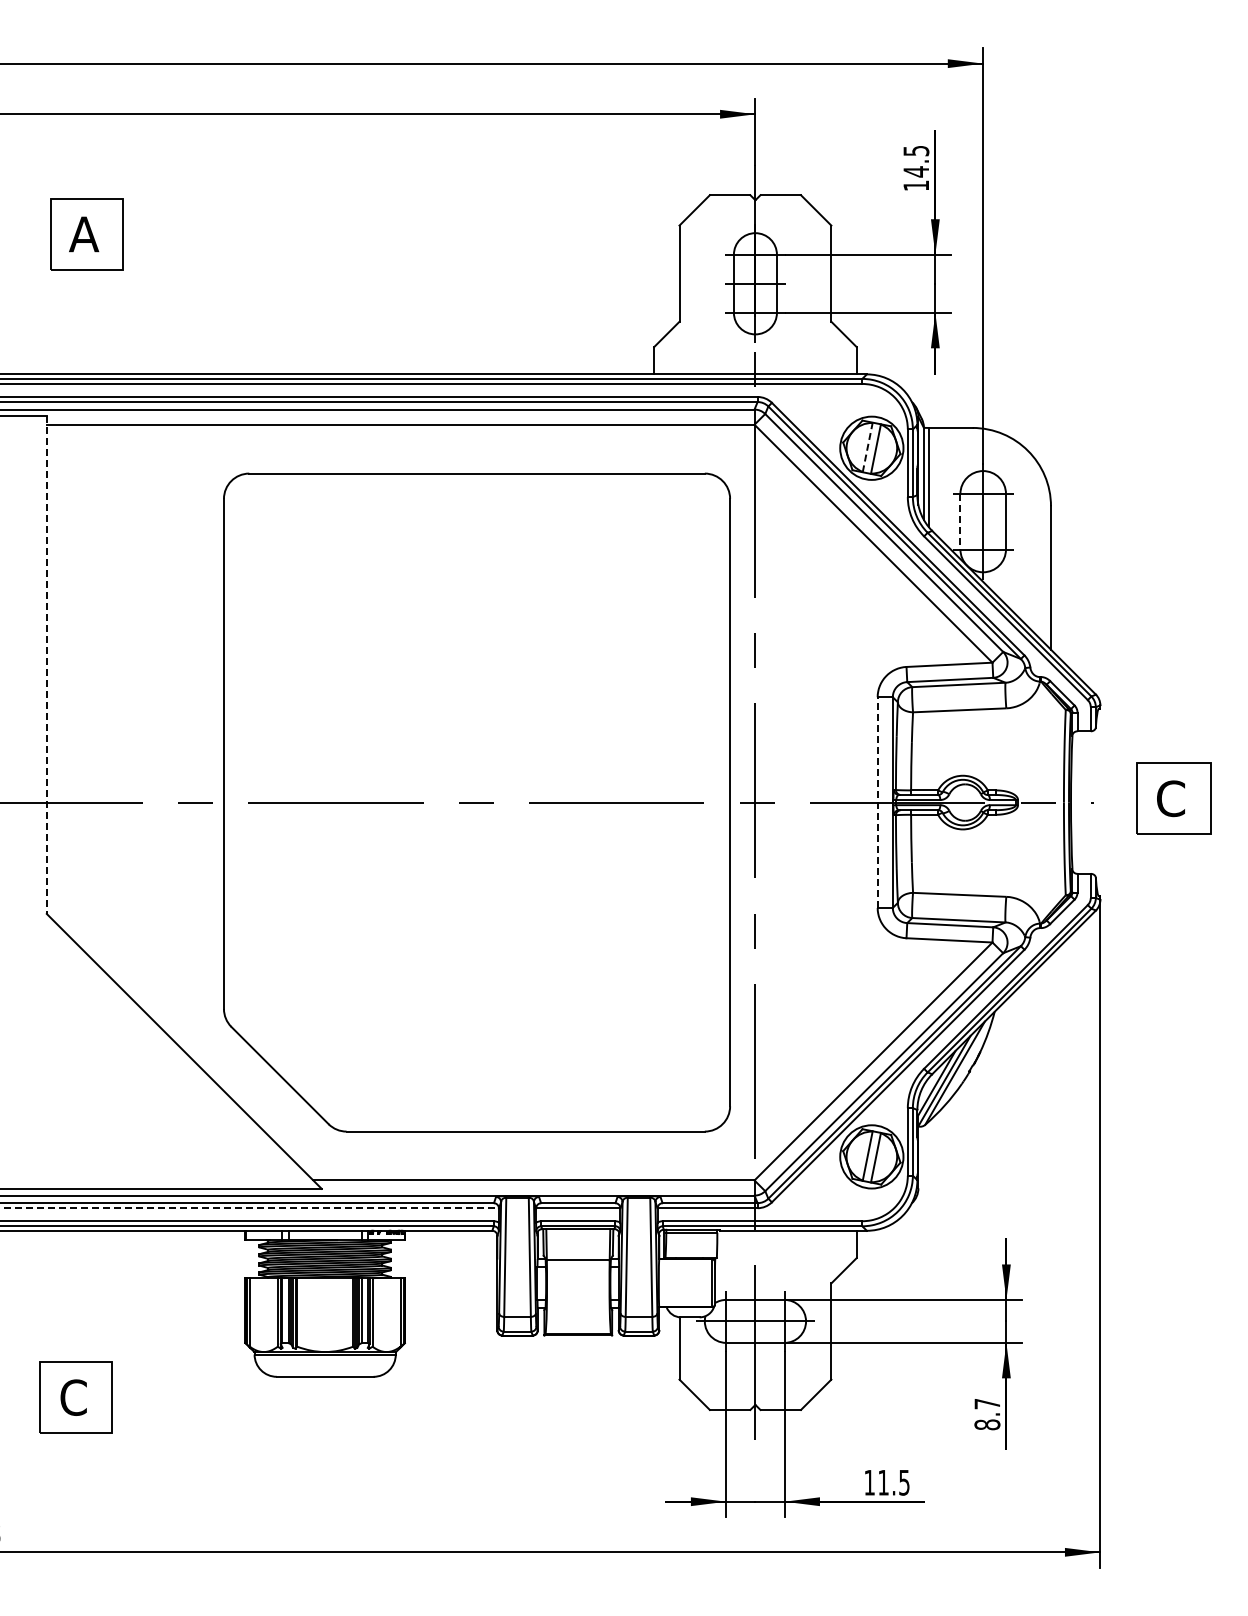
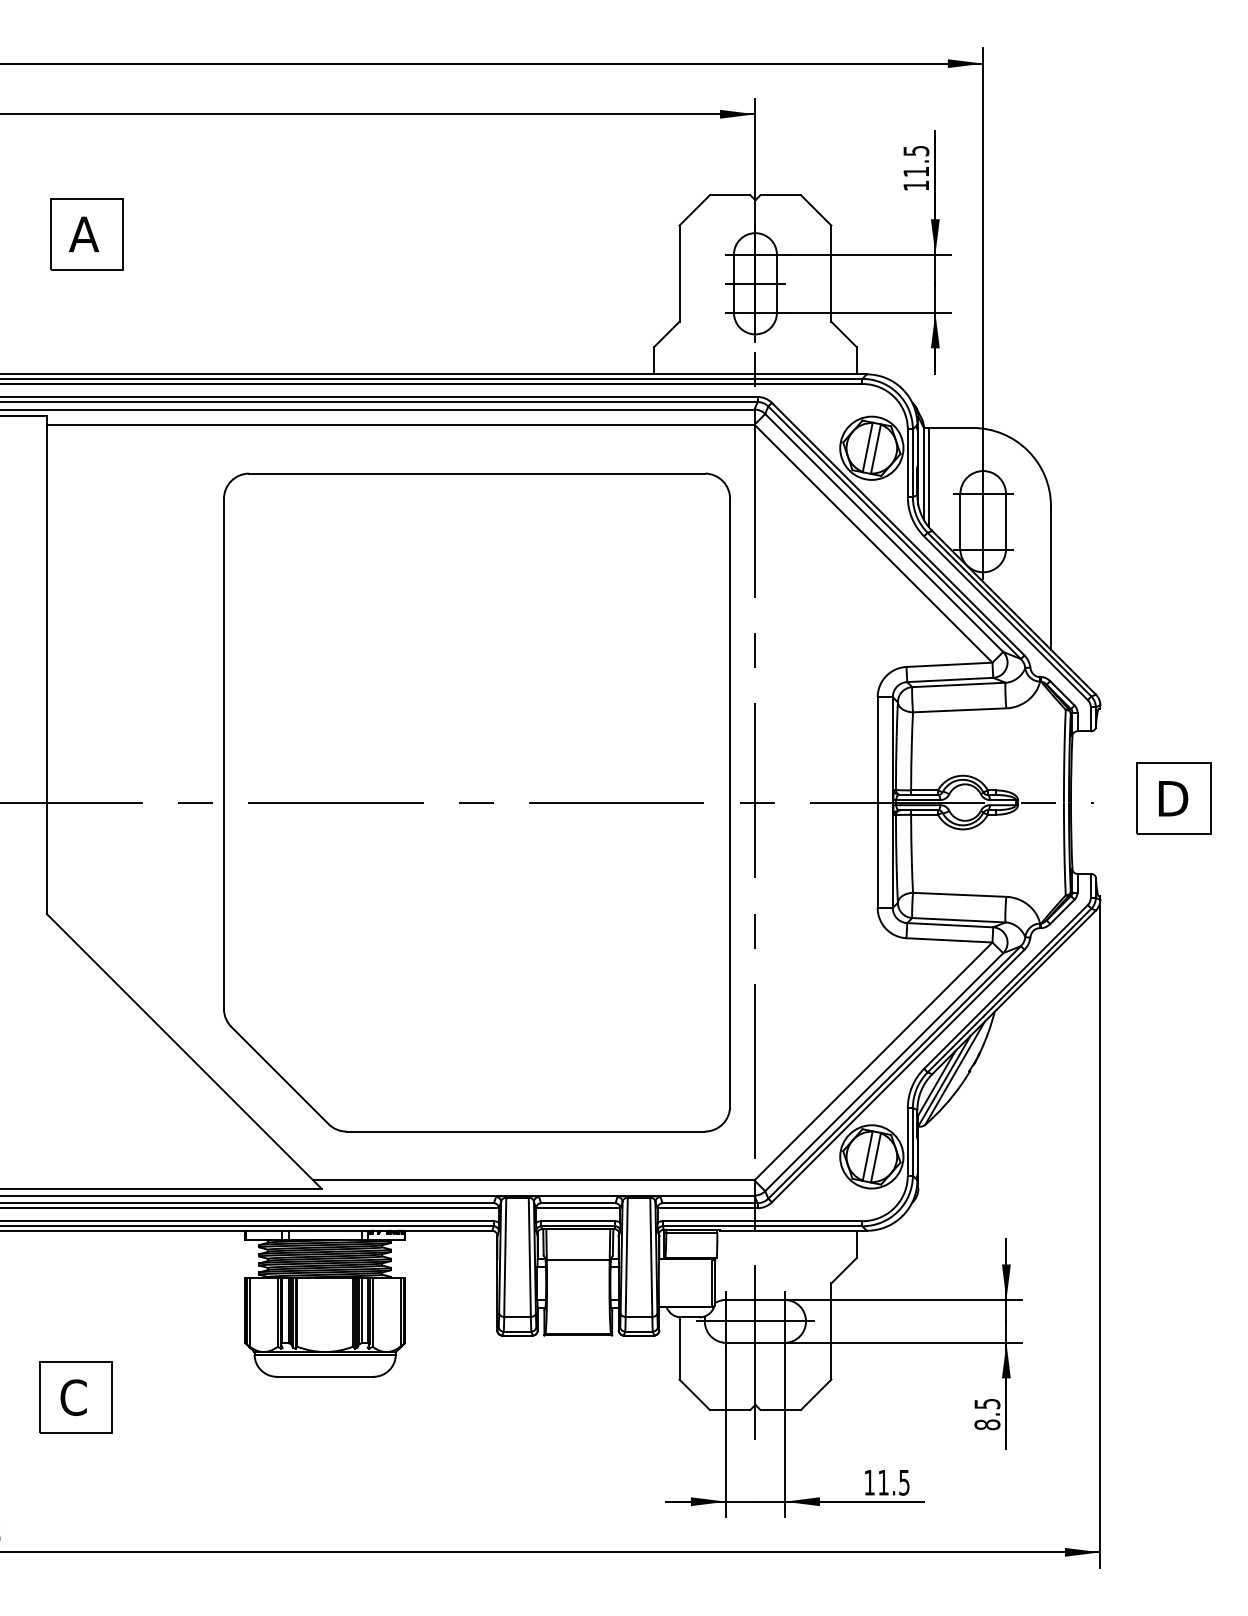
text at (915, 171): 14.5 -> 11.5
line at (867, 446): dashed -> solid
line at (960, 521): dashed -> solid
line at (46, 665): dashed -> solid
text at (1172, 798): C -> D
line at (877, 802): dashed -> solid
line at (250, 1208): dashed -> solid
text at (987, 1404): 8.7 -> 8.5
